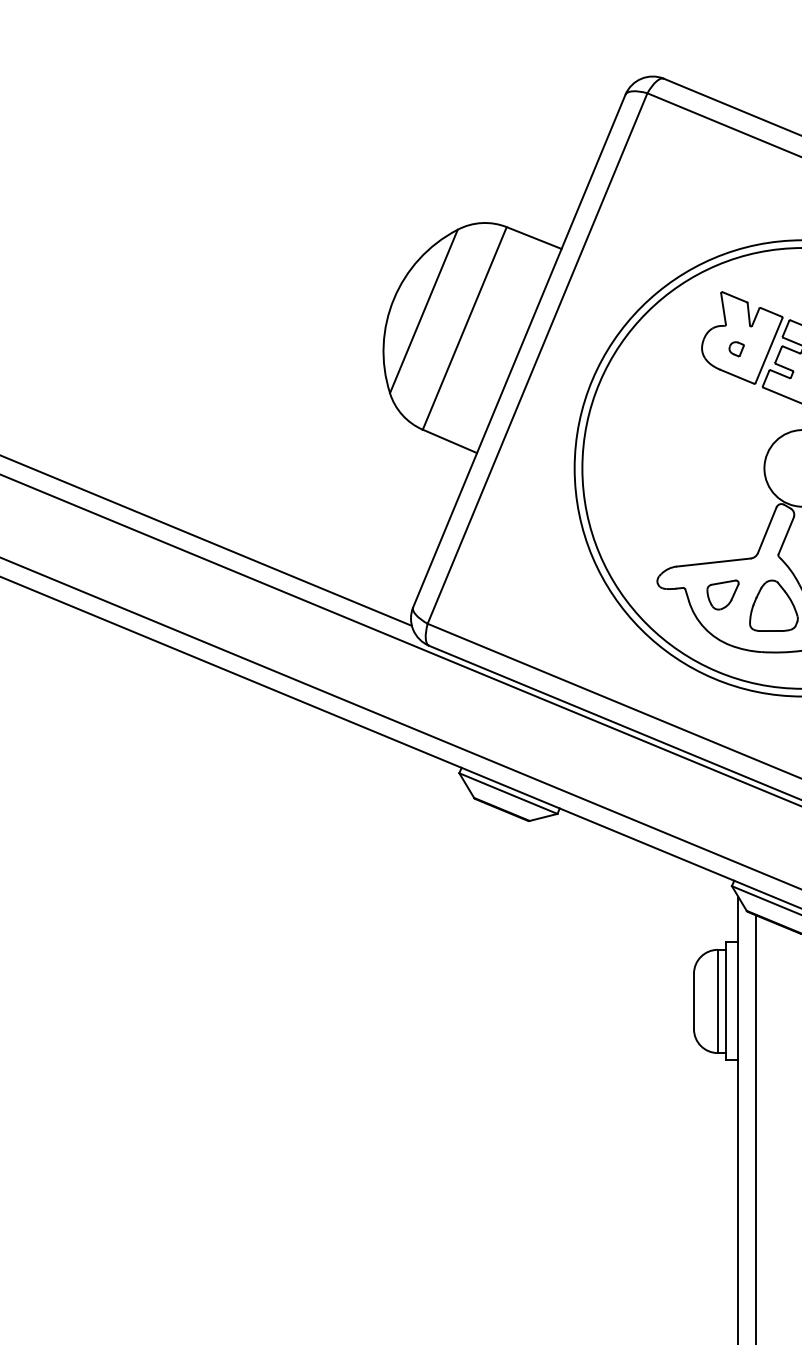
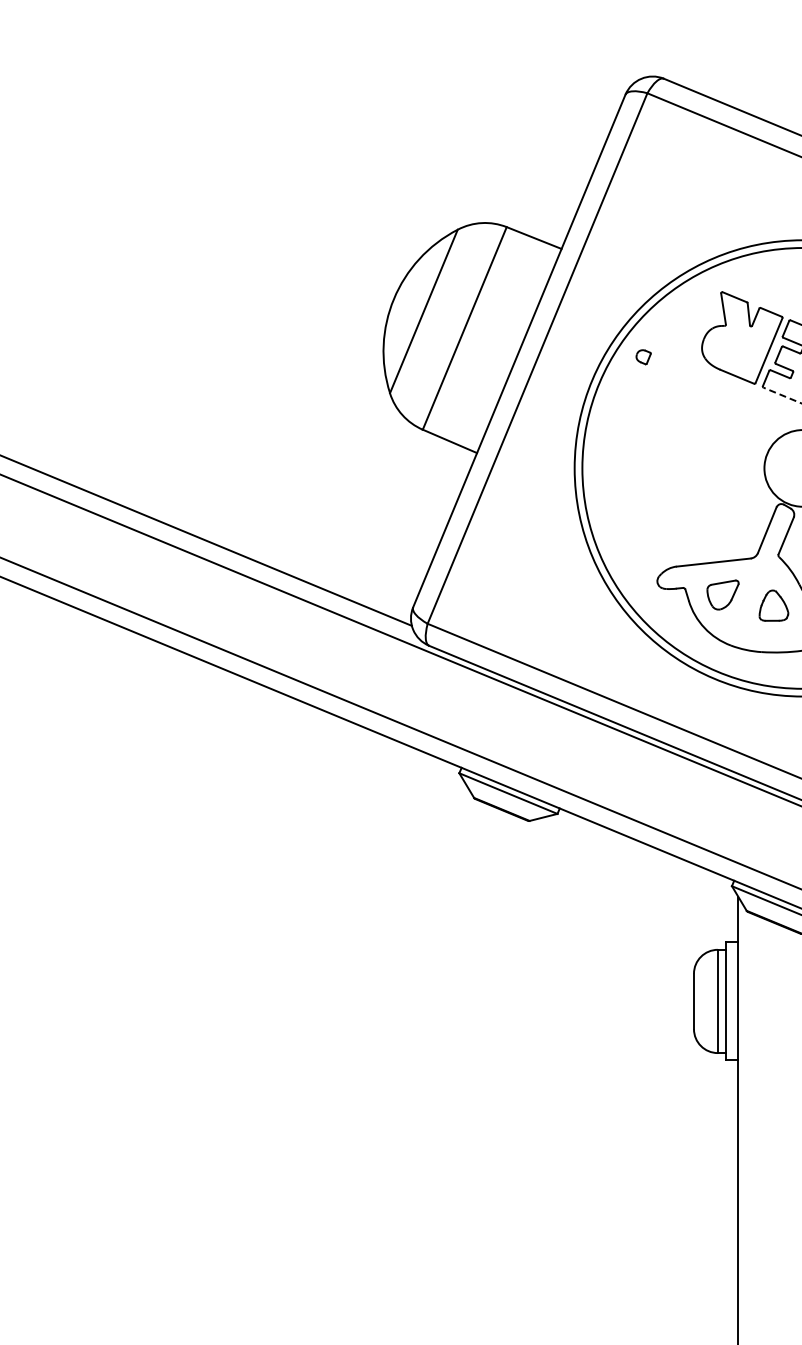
part at (736, 349) position: (736, 349) -> (643, 357)
line at (782, 395): solid -> dashed
part at (773, 605) size: 50x53 px -> 32x33 px
line at (755, 1128): present -> none
